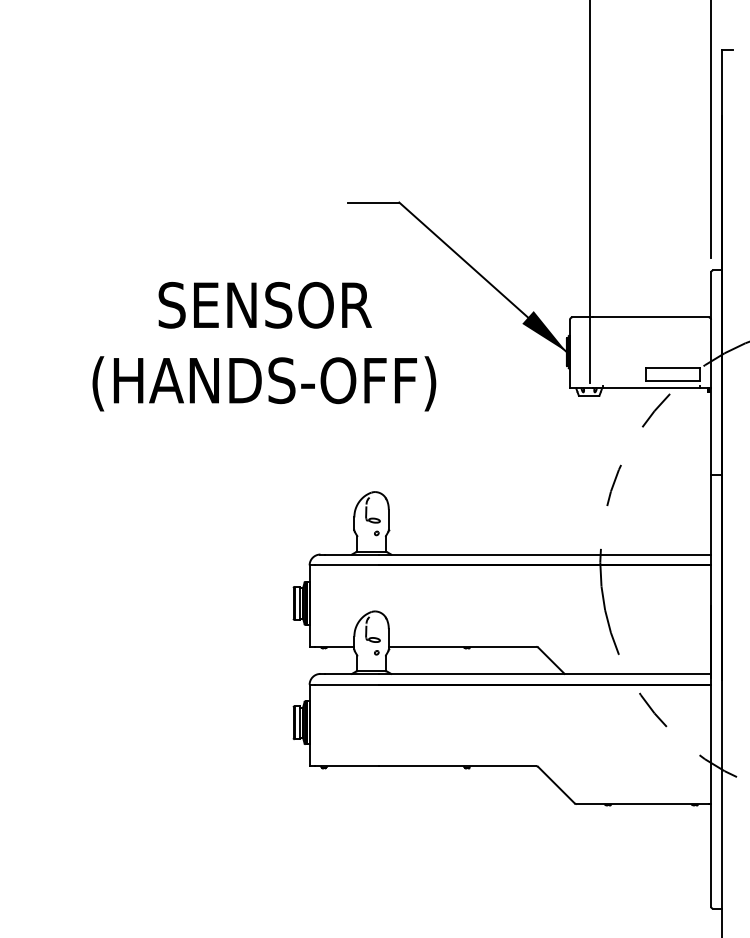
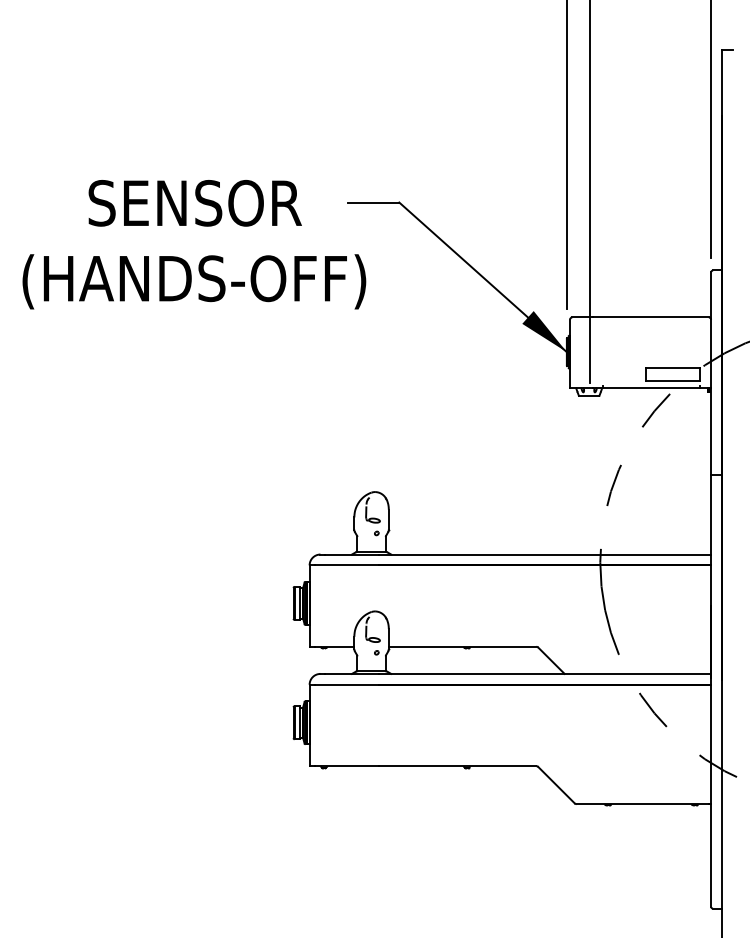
line at (566, 155): none -> present
text at (264, 346) position: (264, 346) -> (194, 244)
